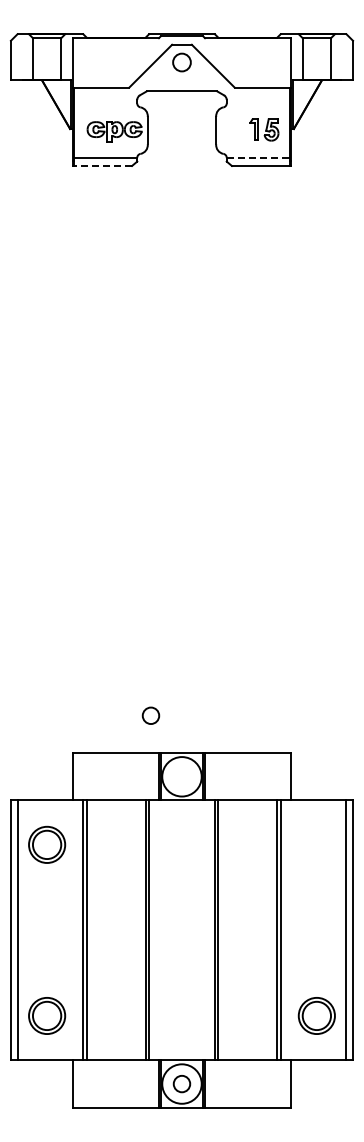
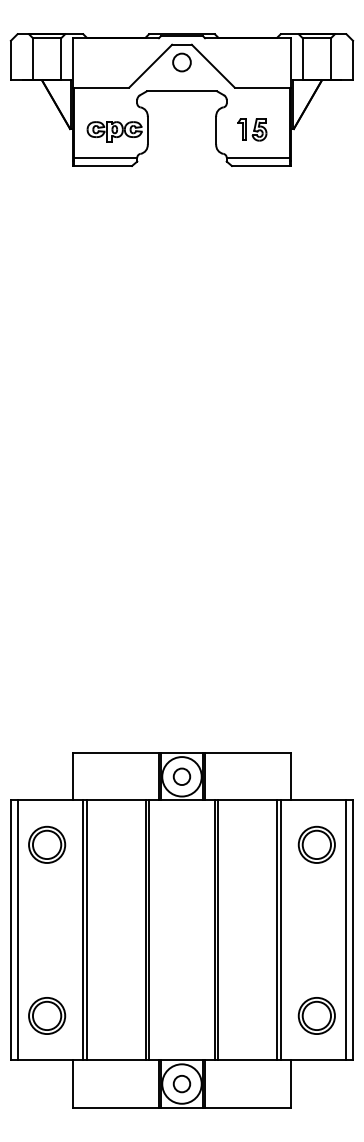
part at (264, 129) position: (264, 129) -> (252, 129)
line at (258, 157): dashed -> solid
line at (102, 166): dashed -> solid
circle at (150, 715) position: (150, 715) -> (181, 776)
part at (316, 844): none -> present
